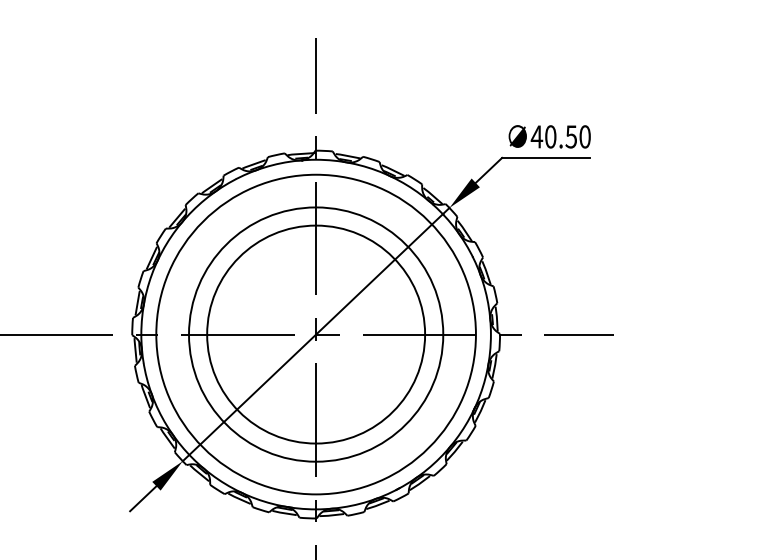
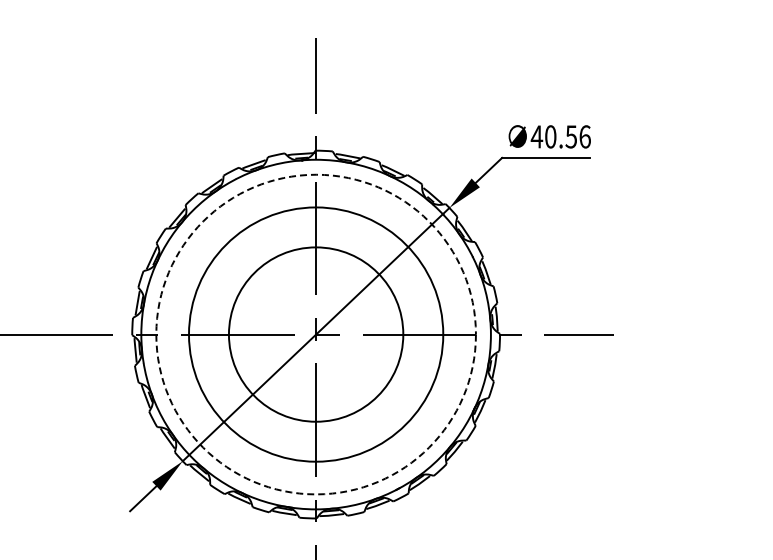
text at (584, 136): 40.50 -> 40.56
circle at (315, 334): solid -> dashed
circle at (316, 334) diameter: 218 px -> 174 px
